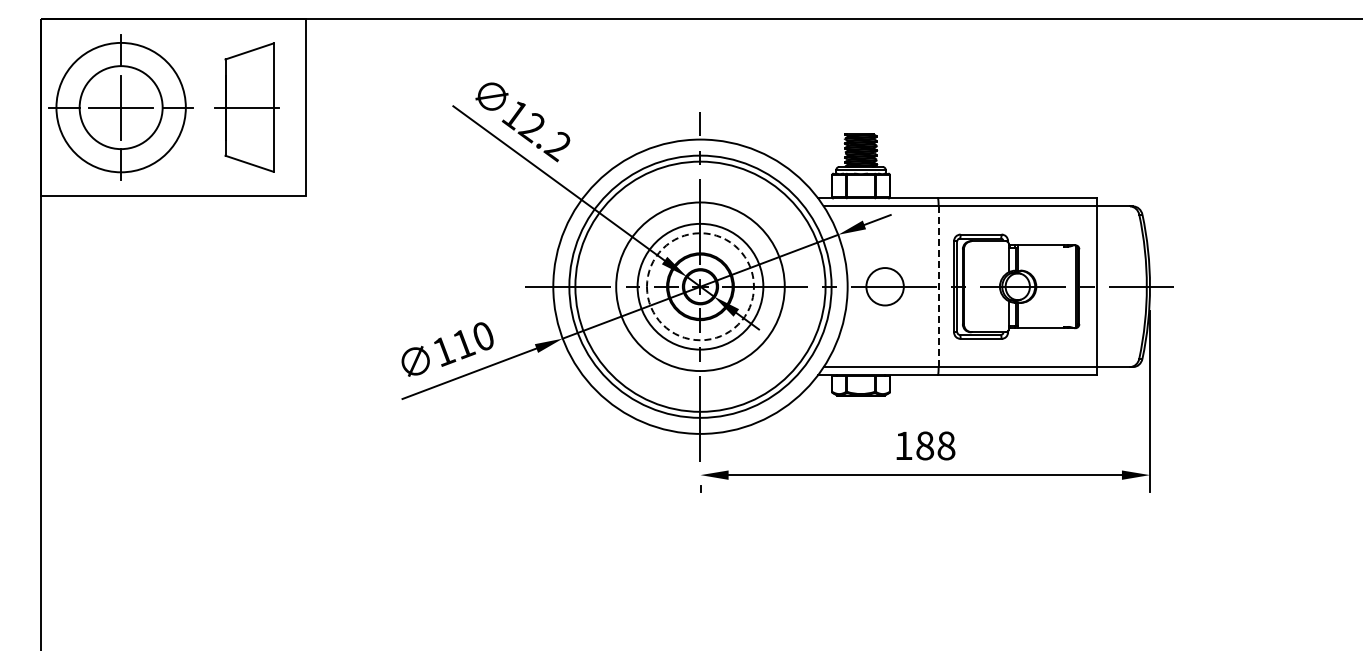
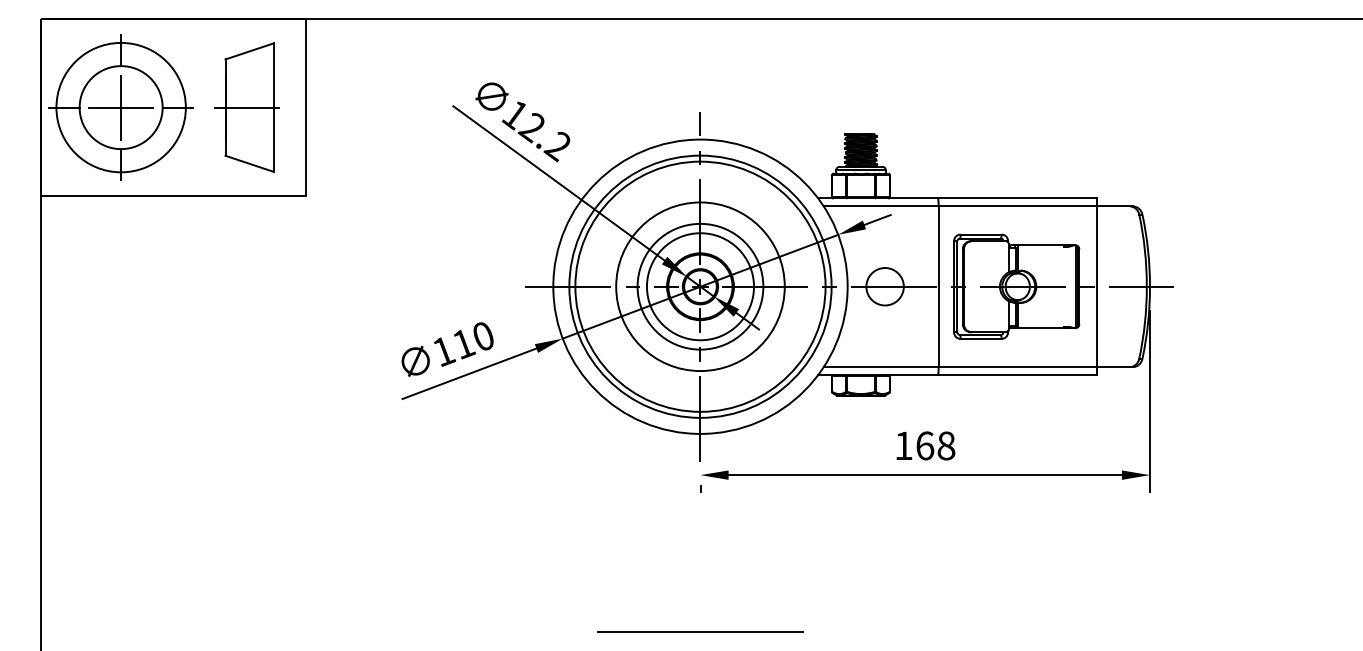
circle at (700, 286): dashed -> solid
line at (938, 286): dashed -> solid
text at (925, 445): 188 -> 168
line at (700, 631): none -> present
